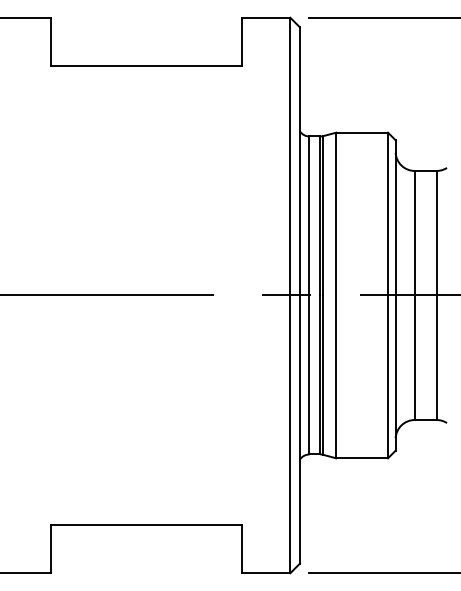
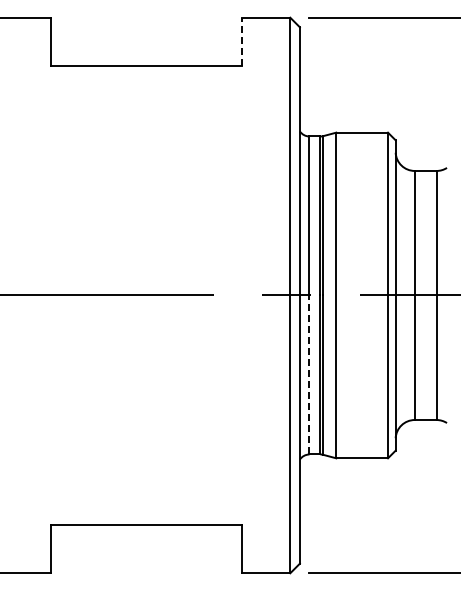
line at (242, 41): solid -> dashed
line at (309, 374): solid -> dashed
